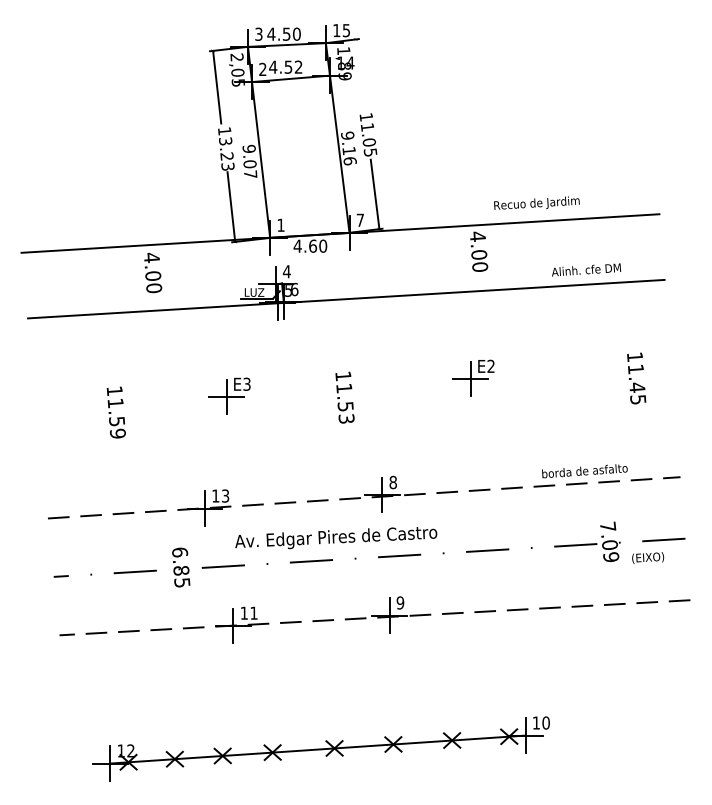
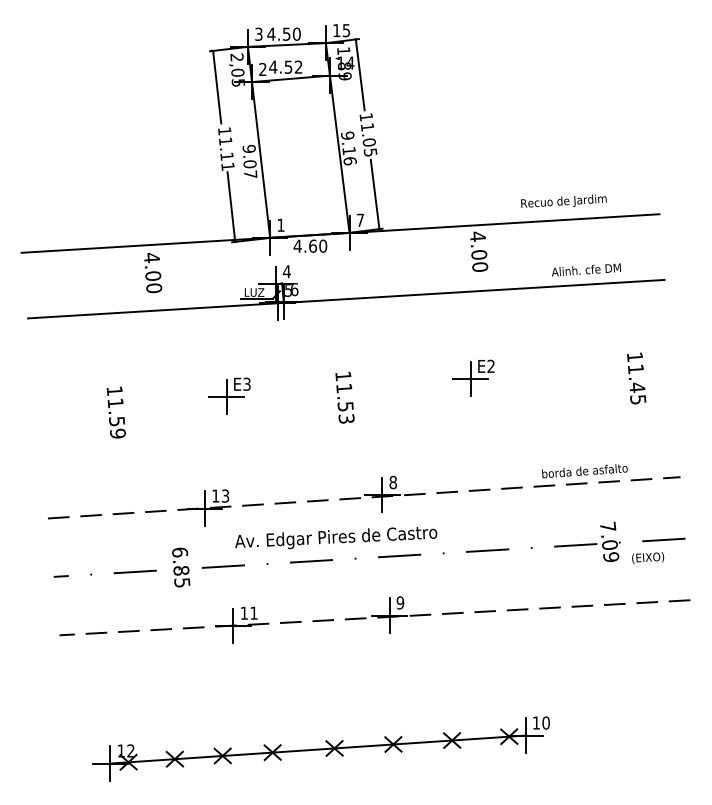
line at (359, 74): none -> present
text at (226, 153): 13.23 -> 11.11
text at (536, 202) position: (536, 202) -> (563, 200)
